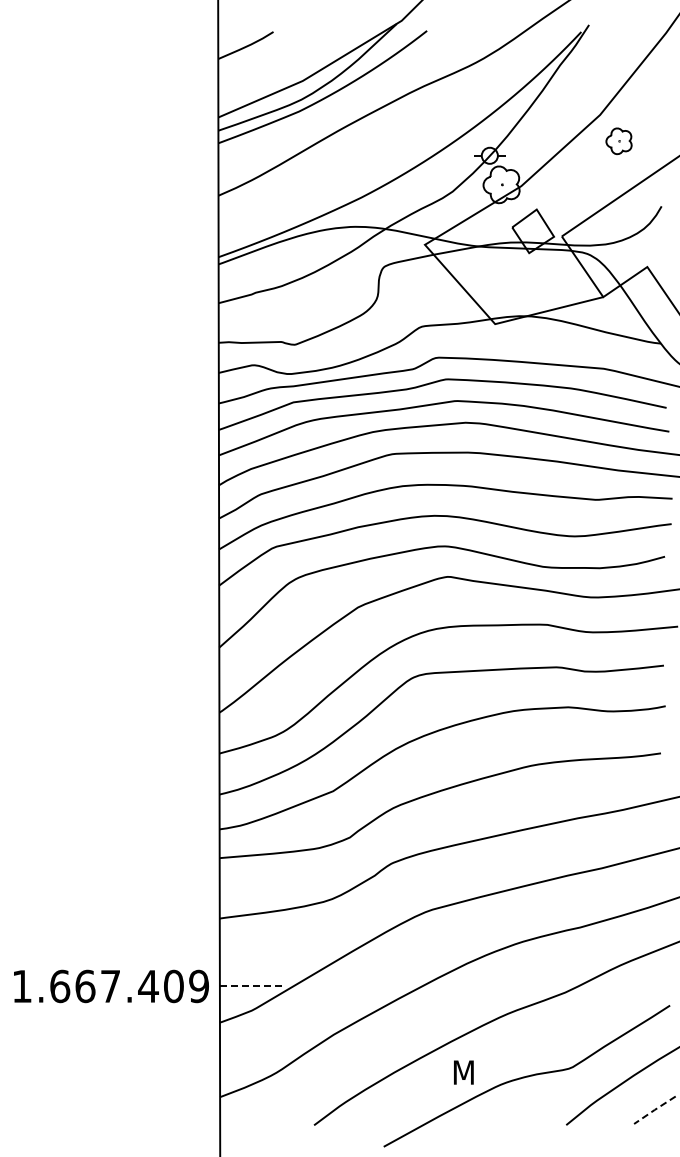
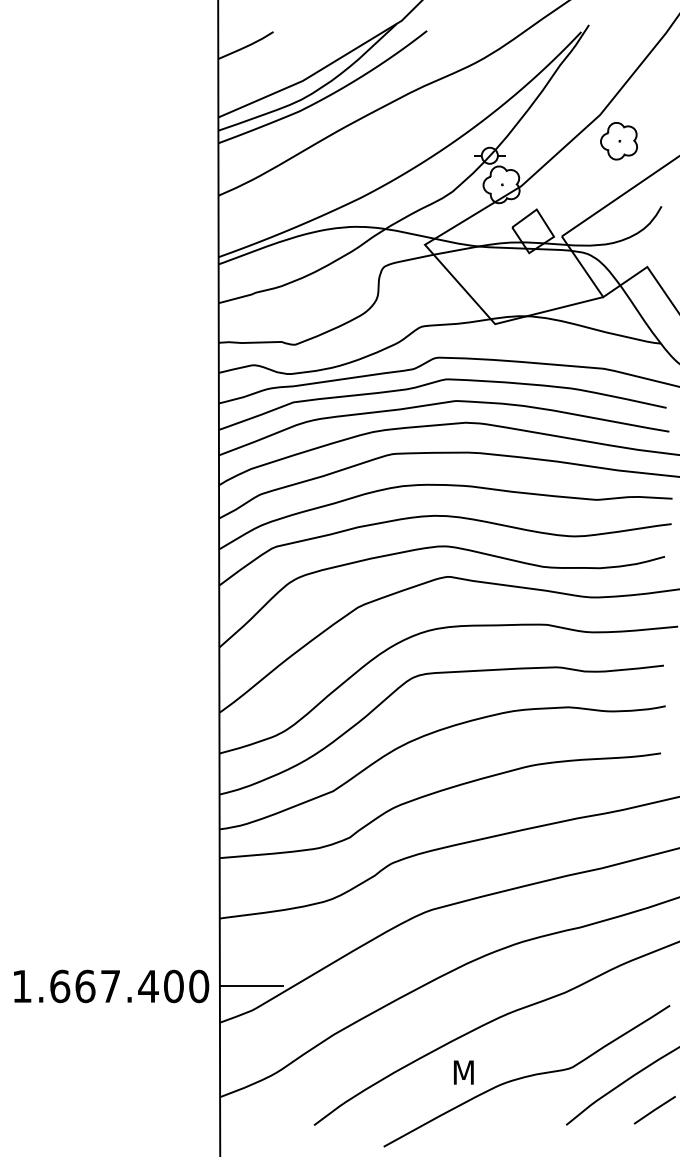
part at (618, 140) size: 28x28 px -> 38x39 px
text at (199, 986): 1.667.409 -> 1.667.400
line at (252, 986): dashed -> solid
line at (654, 1109): dashed -> solid
